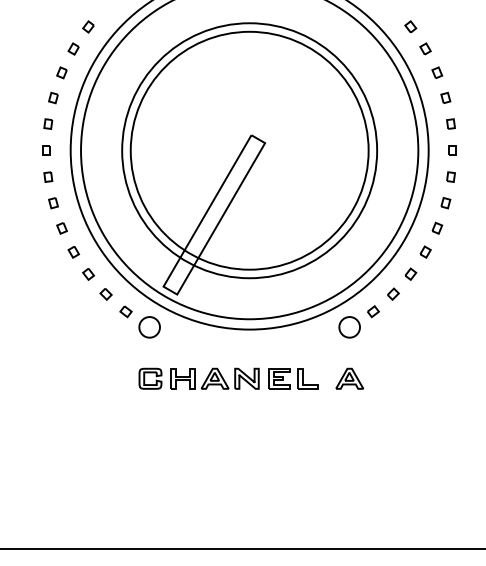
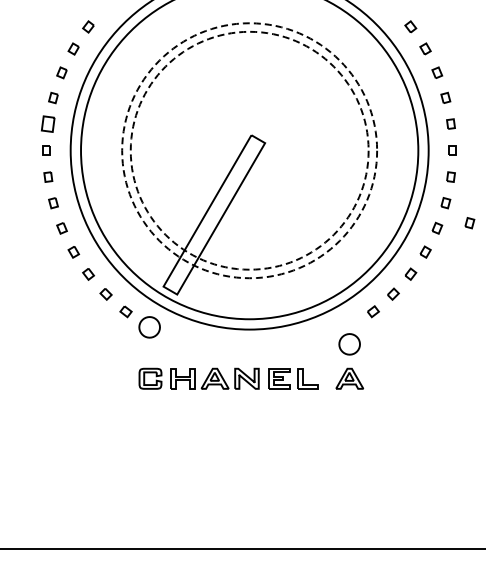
part at (48, 123) size: 11x12 px -> 16x18 px
circle at (249, 150): solid -> dashed
circle at (249, 150): solid -> dashed
part at (469, 223): none -> present
part at (349, 327) position: (349, 327) -> (349, 344)
